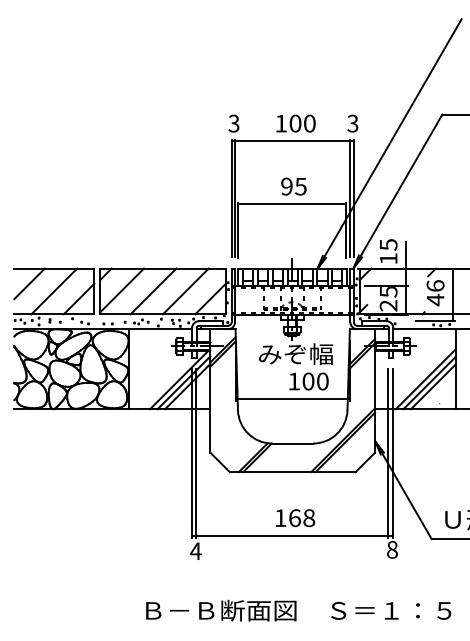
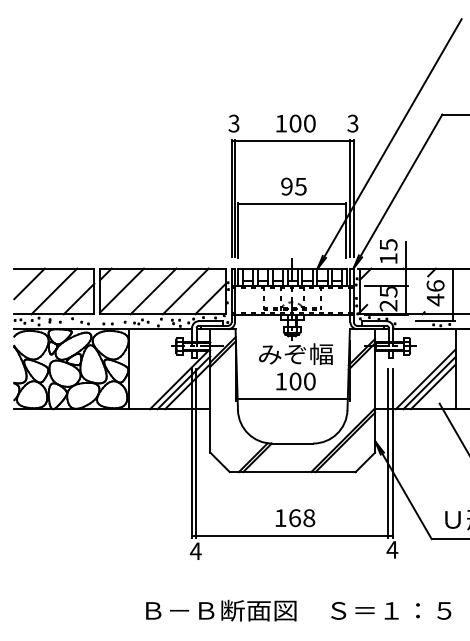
text at (308, 381) position: (308, 381) -> (295, 381)
line at (452, 426): none -> present
text at (392, 549): 8 -> 4
